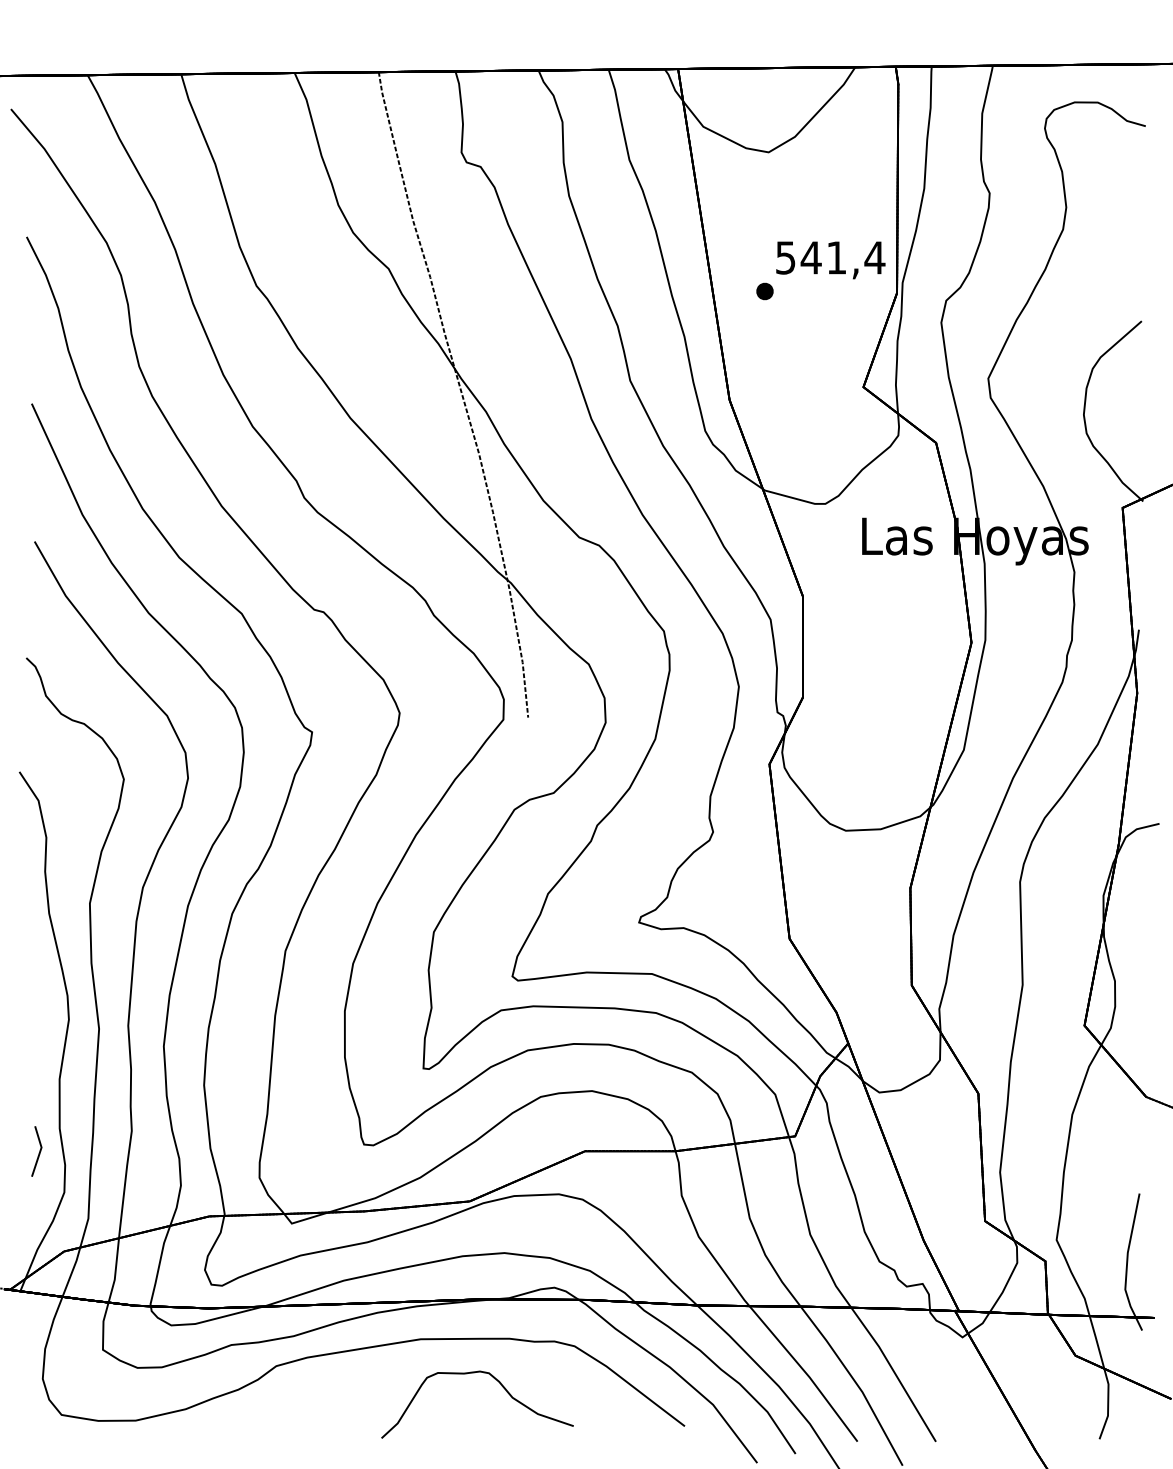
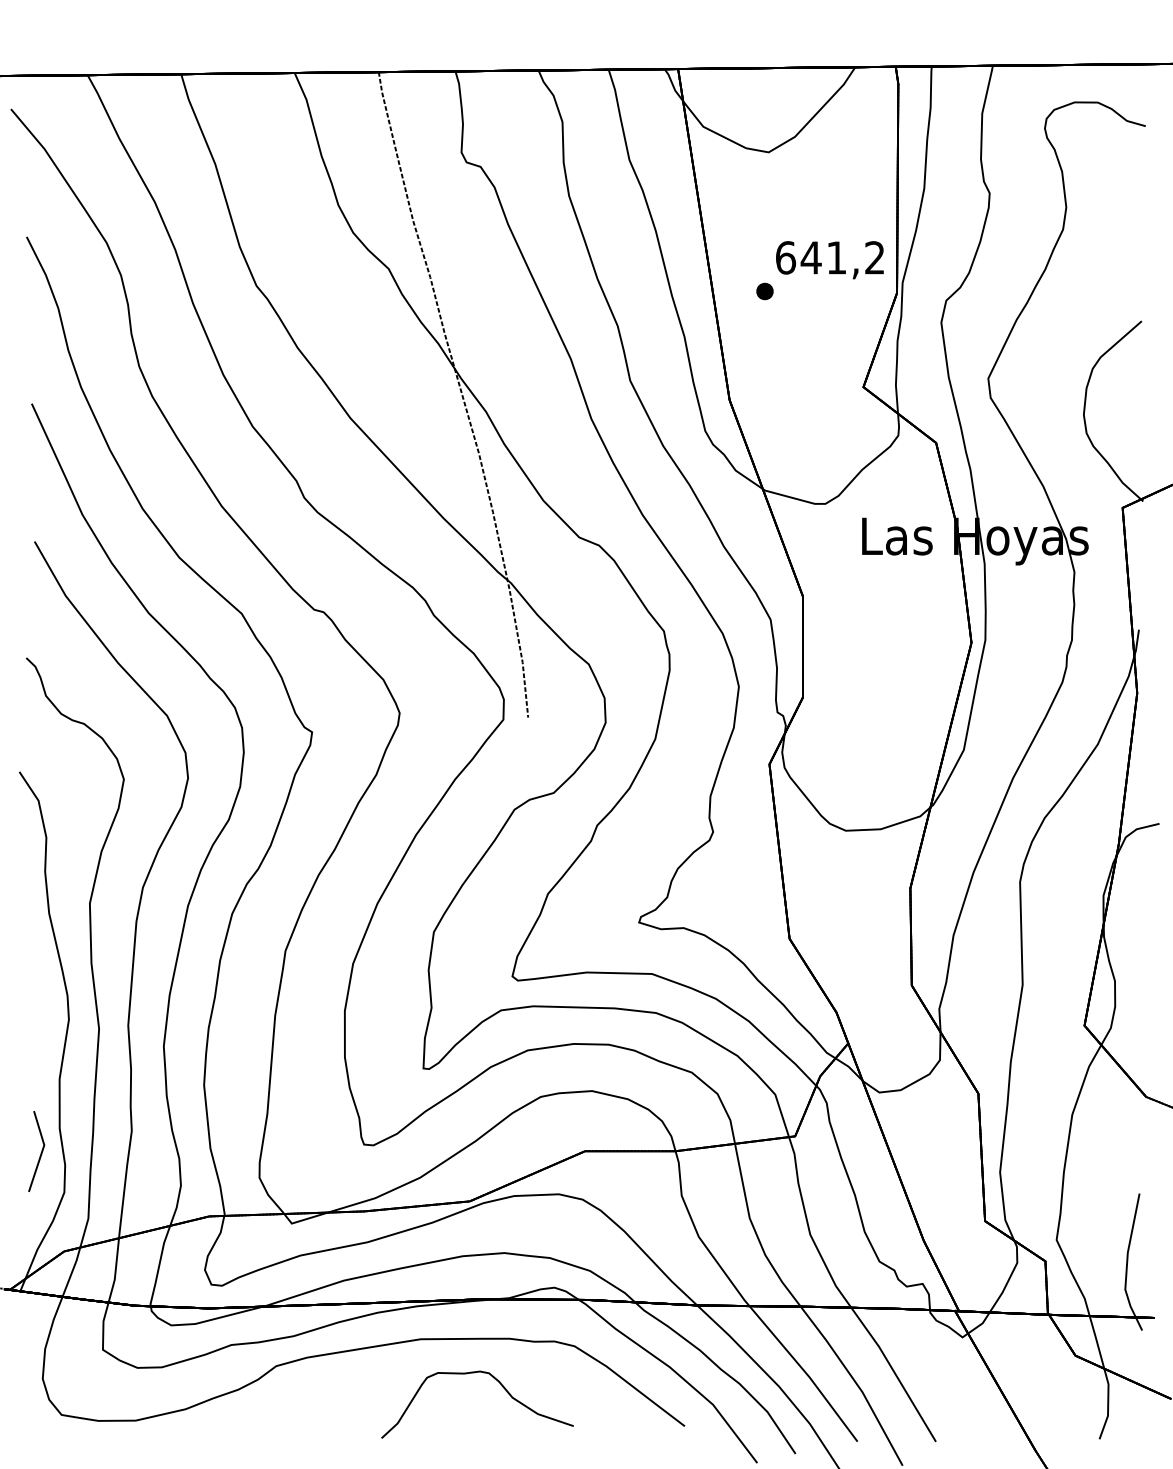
text at (830, 257): 541,4 -> 641,2
part at (36, 1151) size: 12x51 px -> 18x81 px
